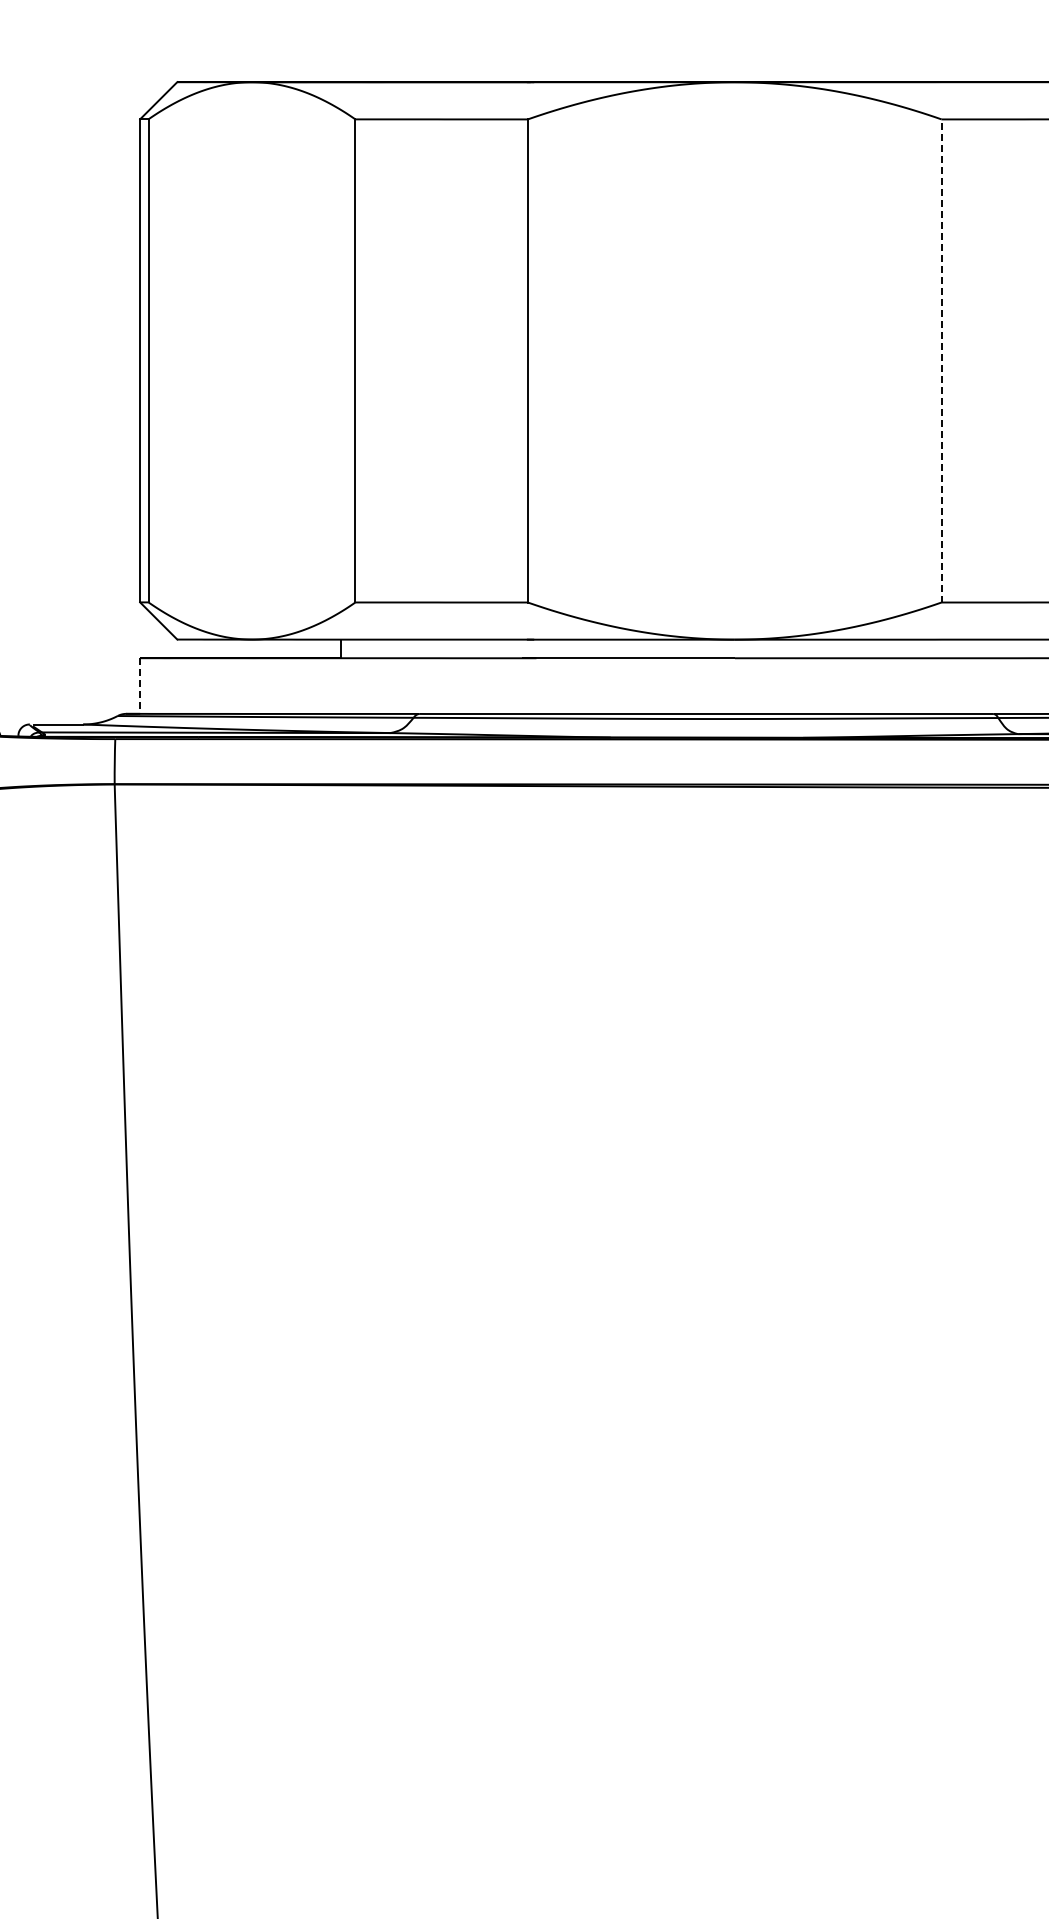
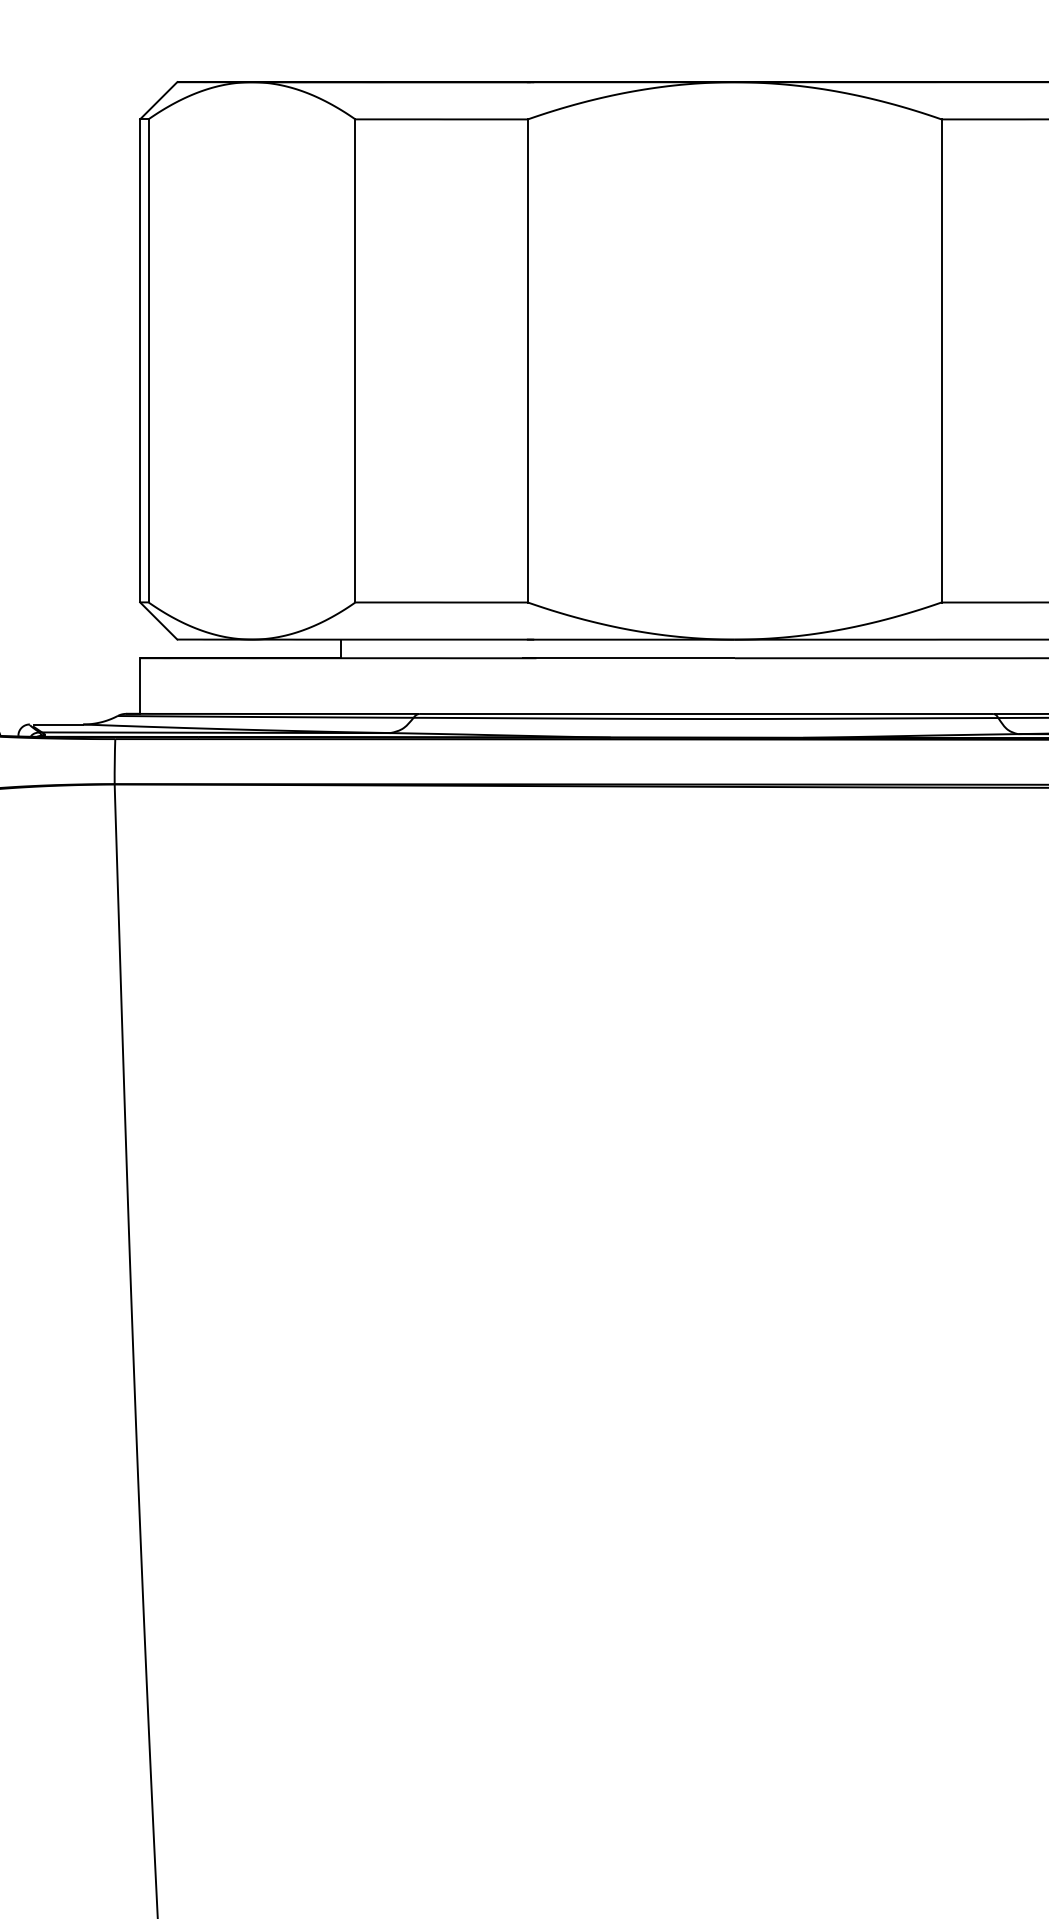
line at (941, 360): dashed -> solid
line at (140, 686): dashed -> solid
